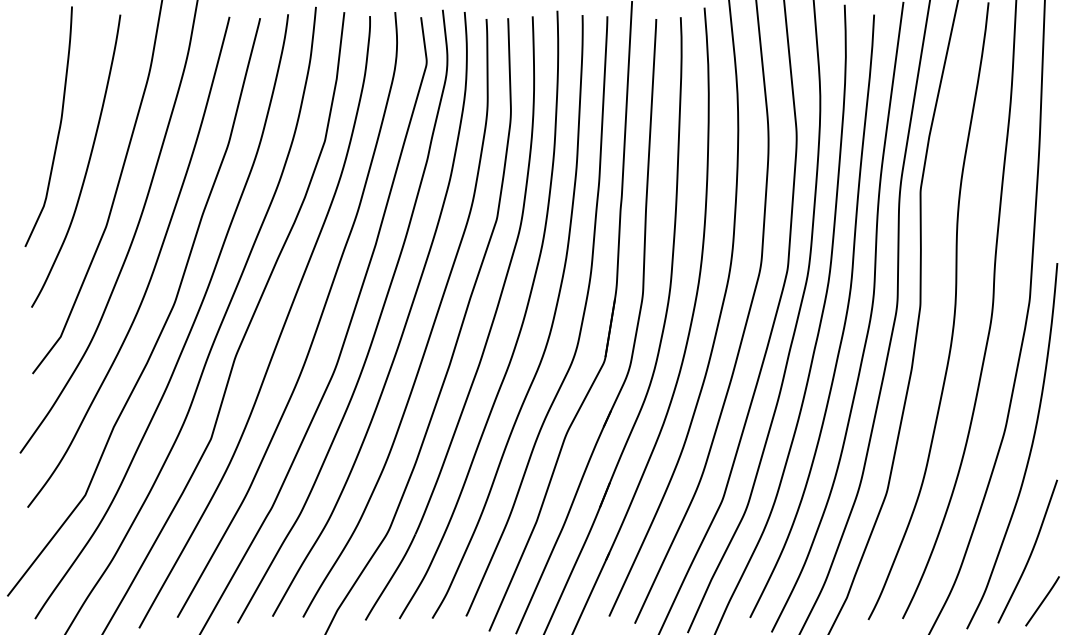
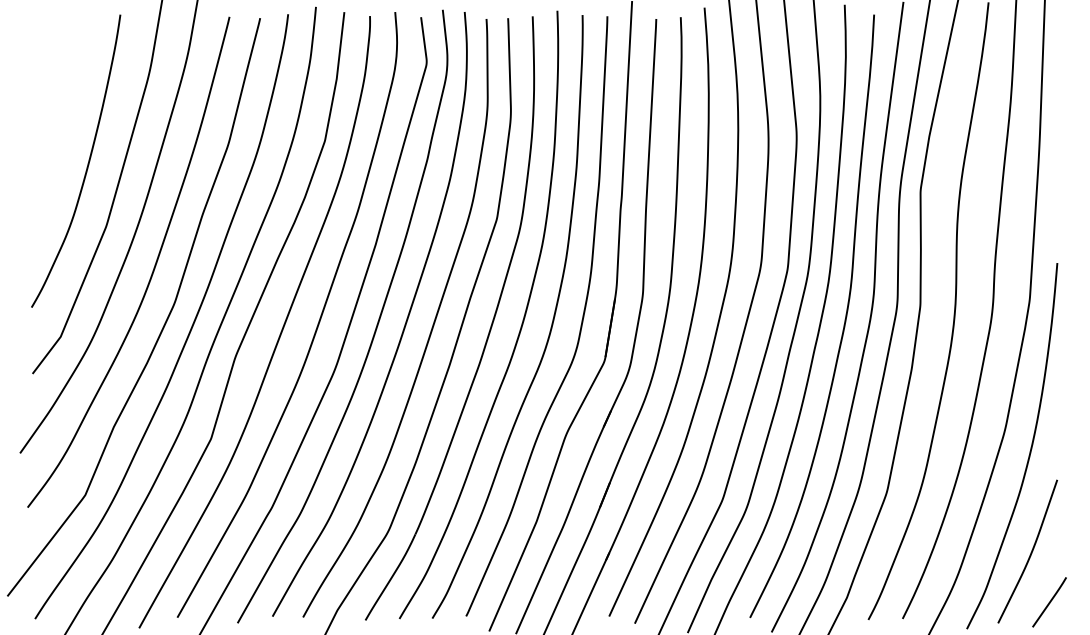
curve at (58, 128): present -> none
line at (1042, 601) position: (1042, 601) -> (1049, 602)
